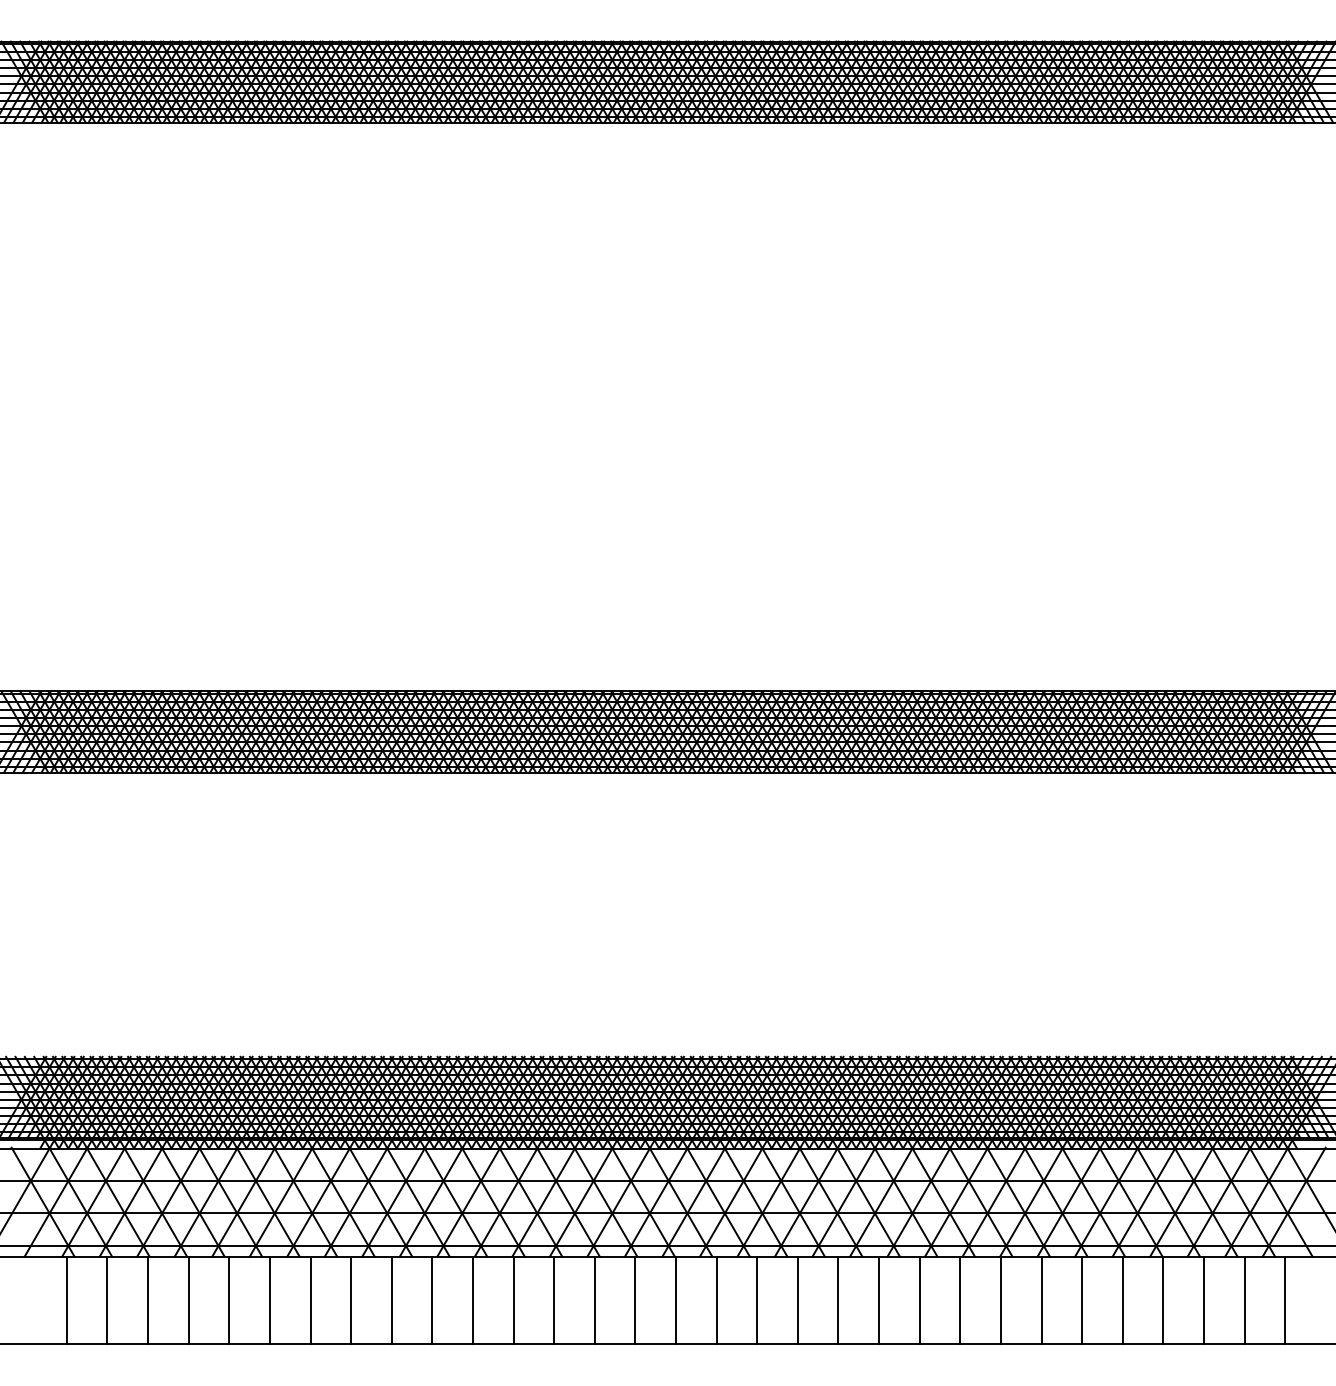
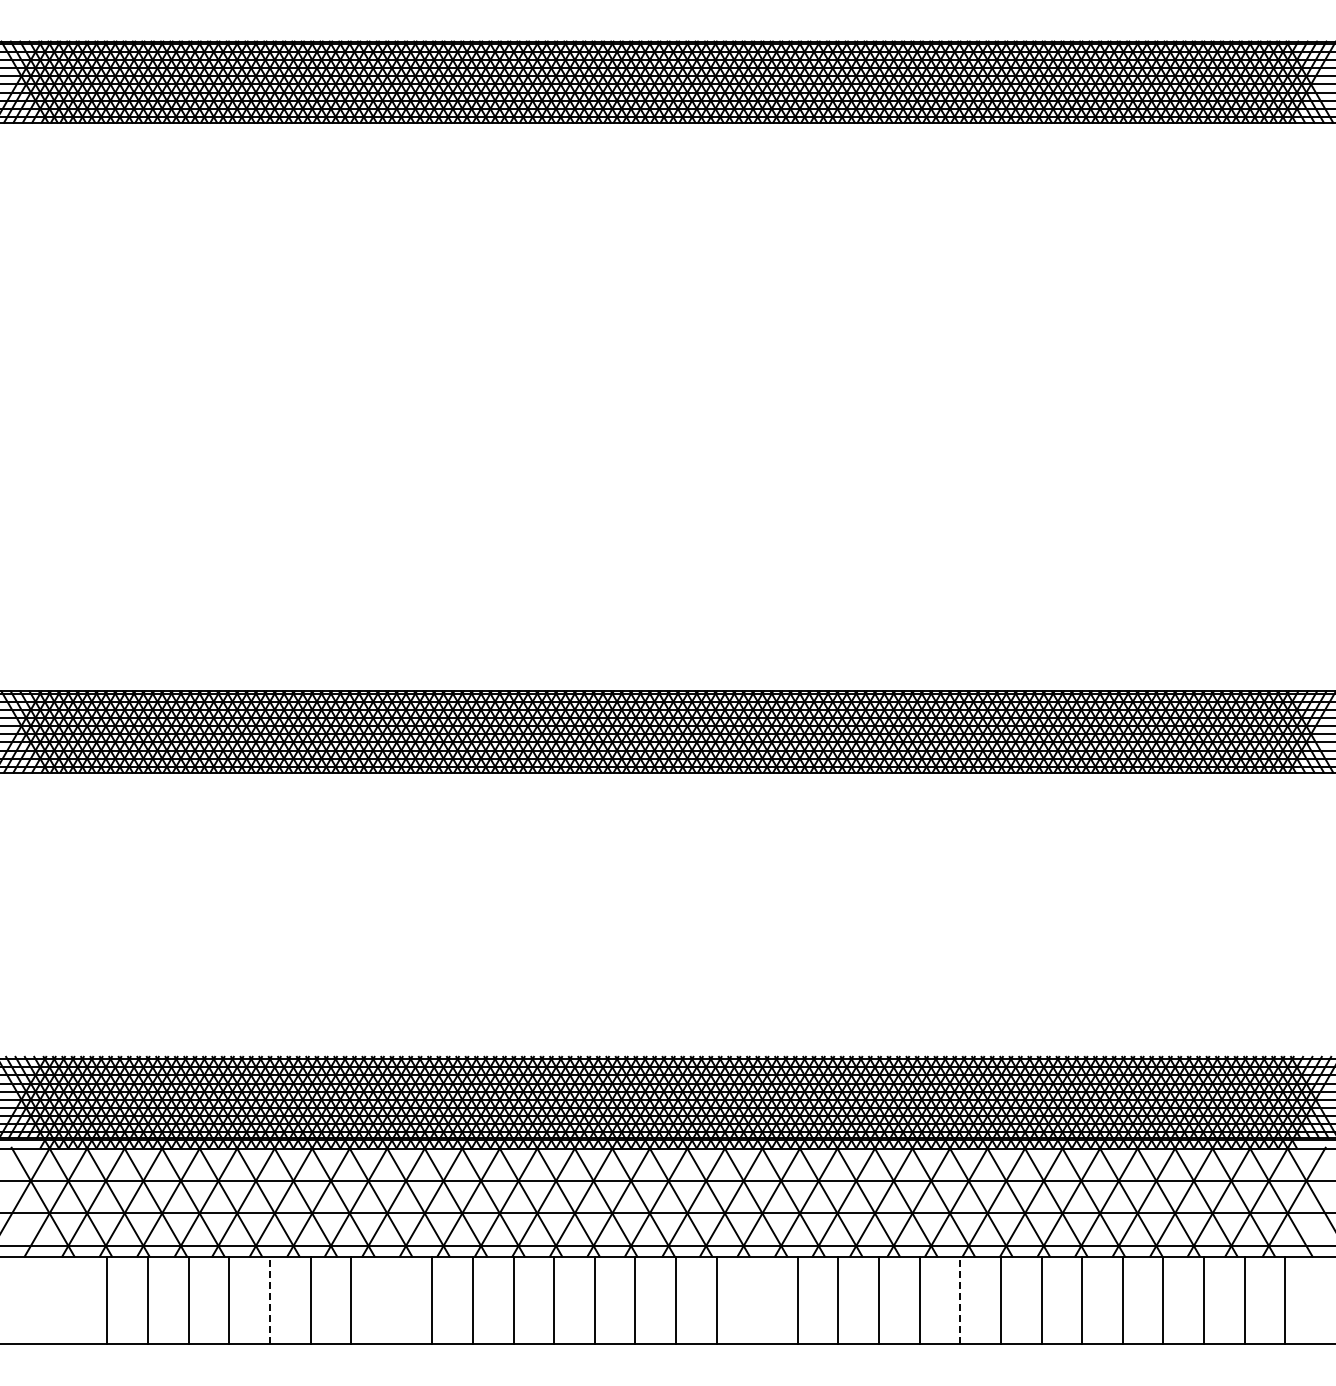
line at (66, 1300): present -> none
line at (269, 1300): solid -> dashed
line at (391, 1300): present -> none
line at (757, 1300): present -> none
line at (960, 1300): solid -> dashed
